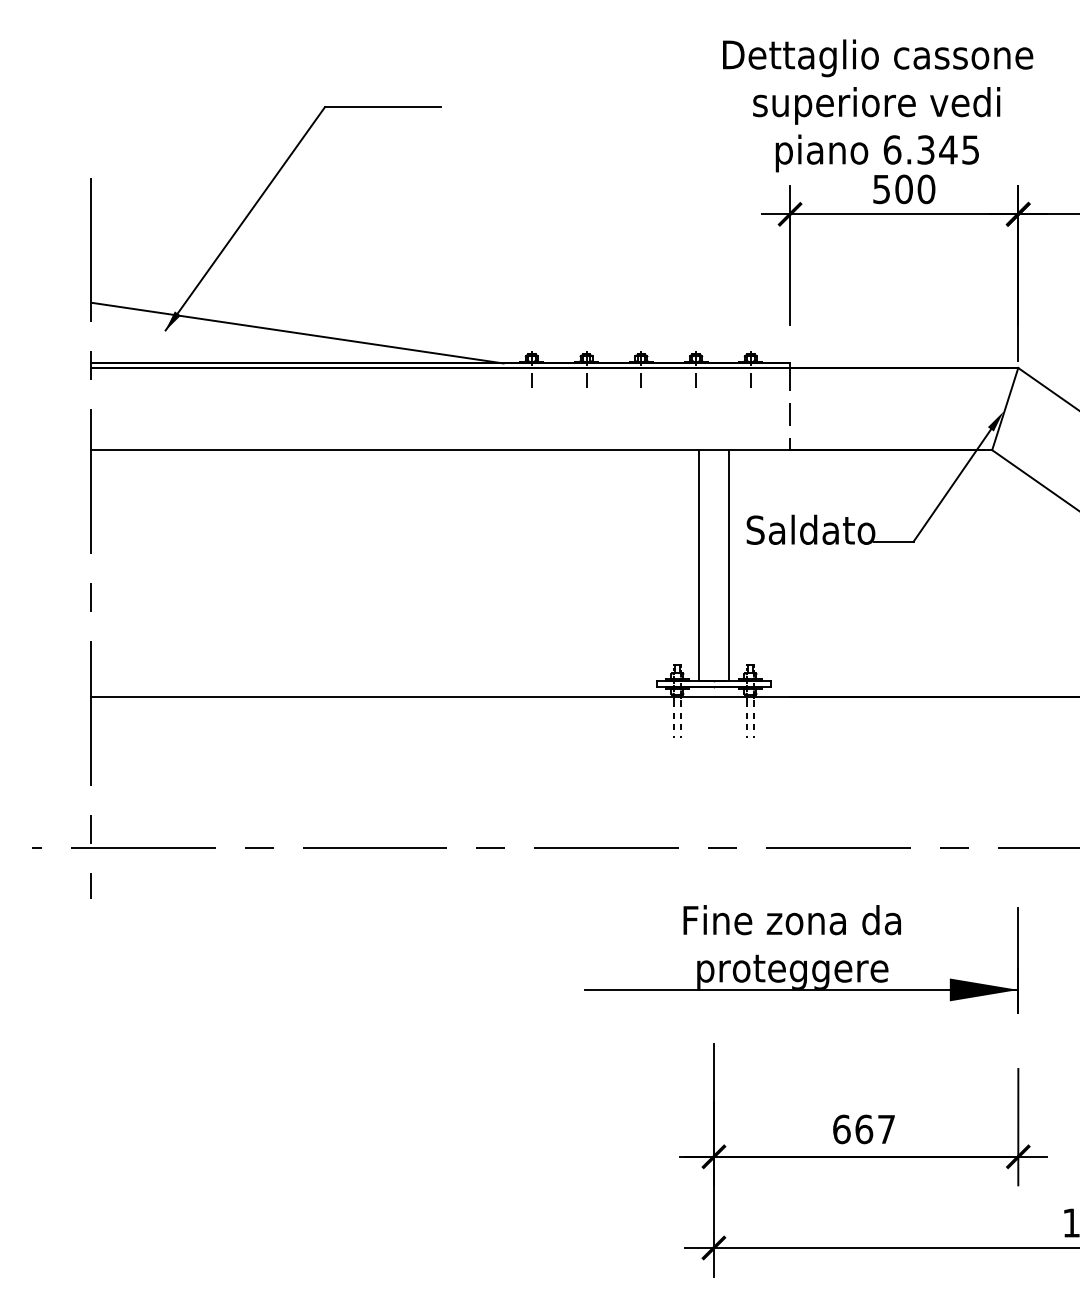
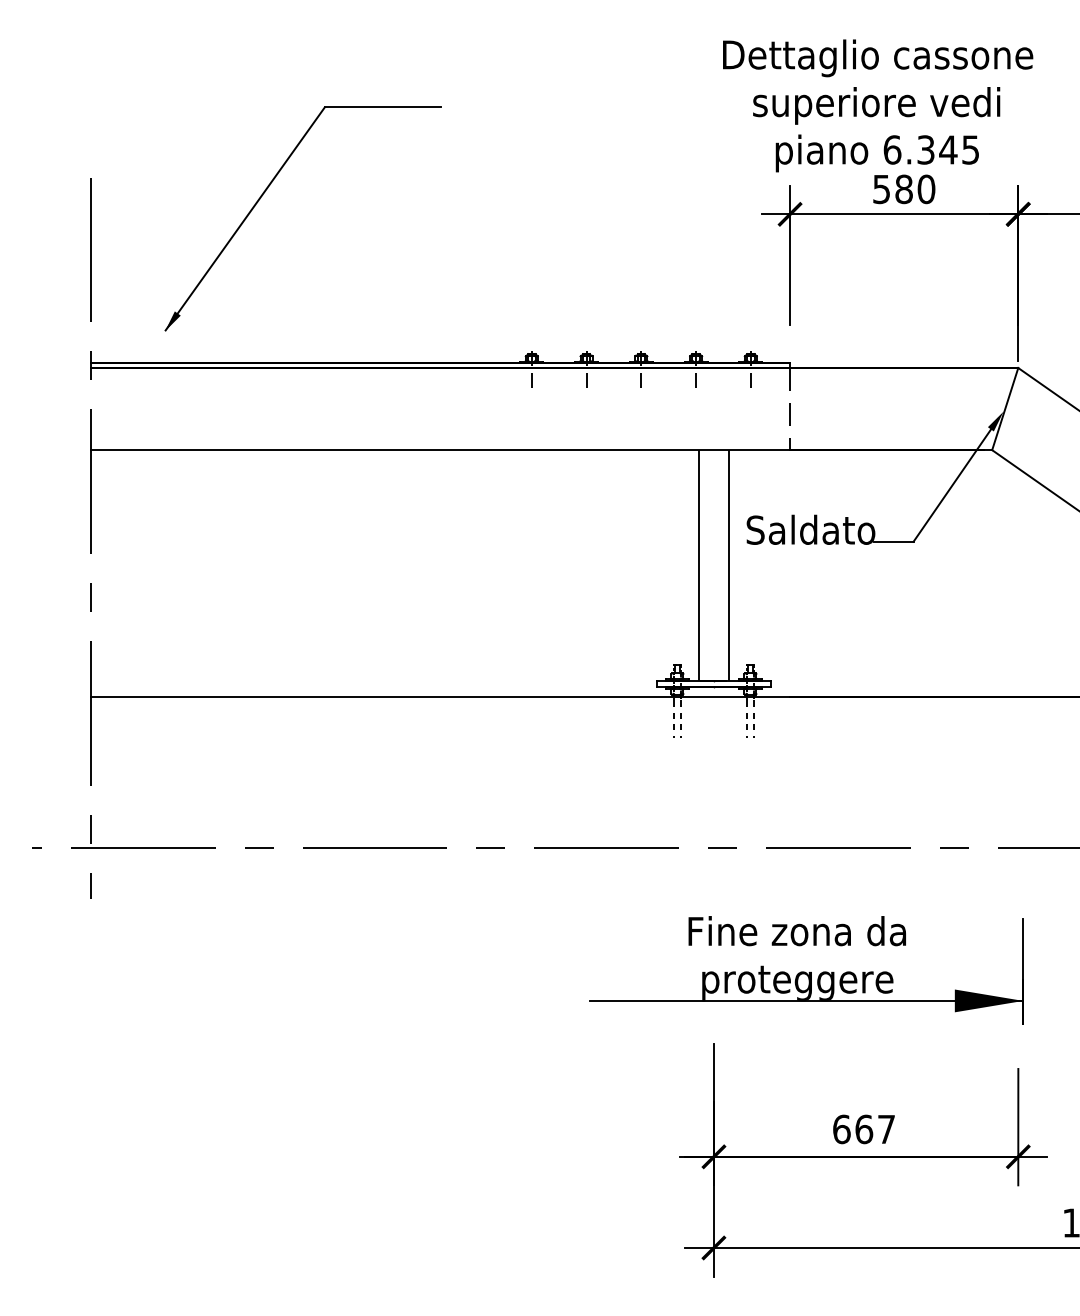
text at (903, 189): 500 -> 580
line at (297, 332): present -> none
part at (801, 959) position: (801, 959) -> (806, 970)
